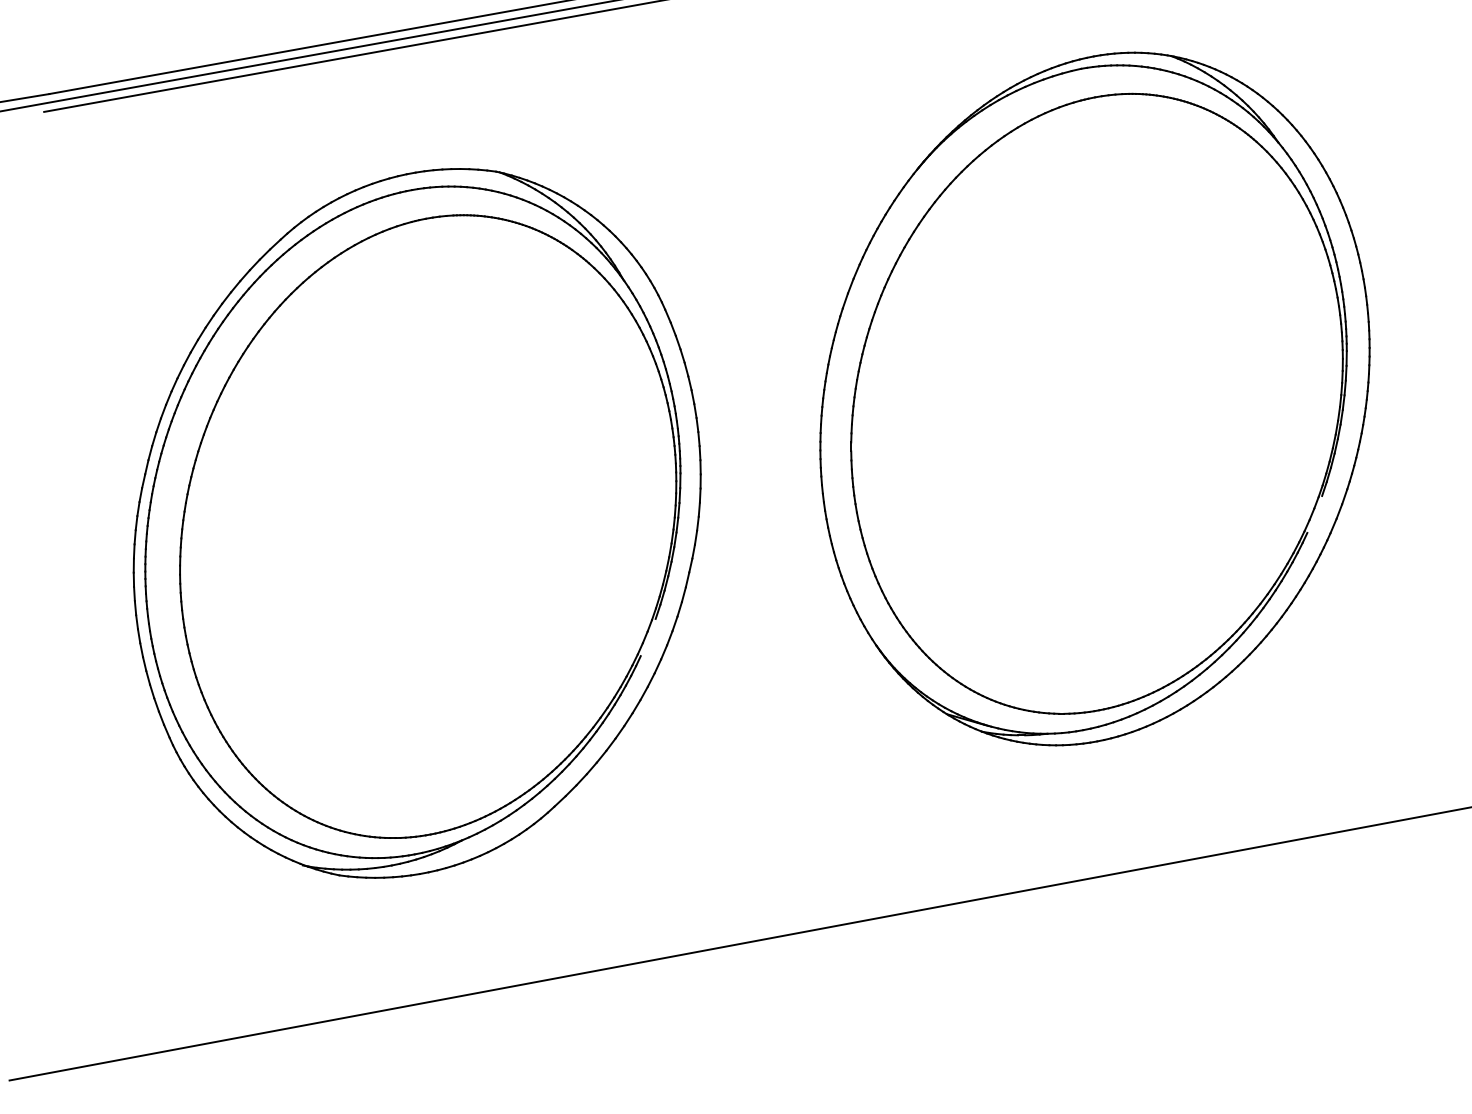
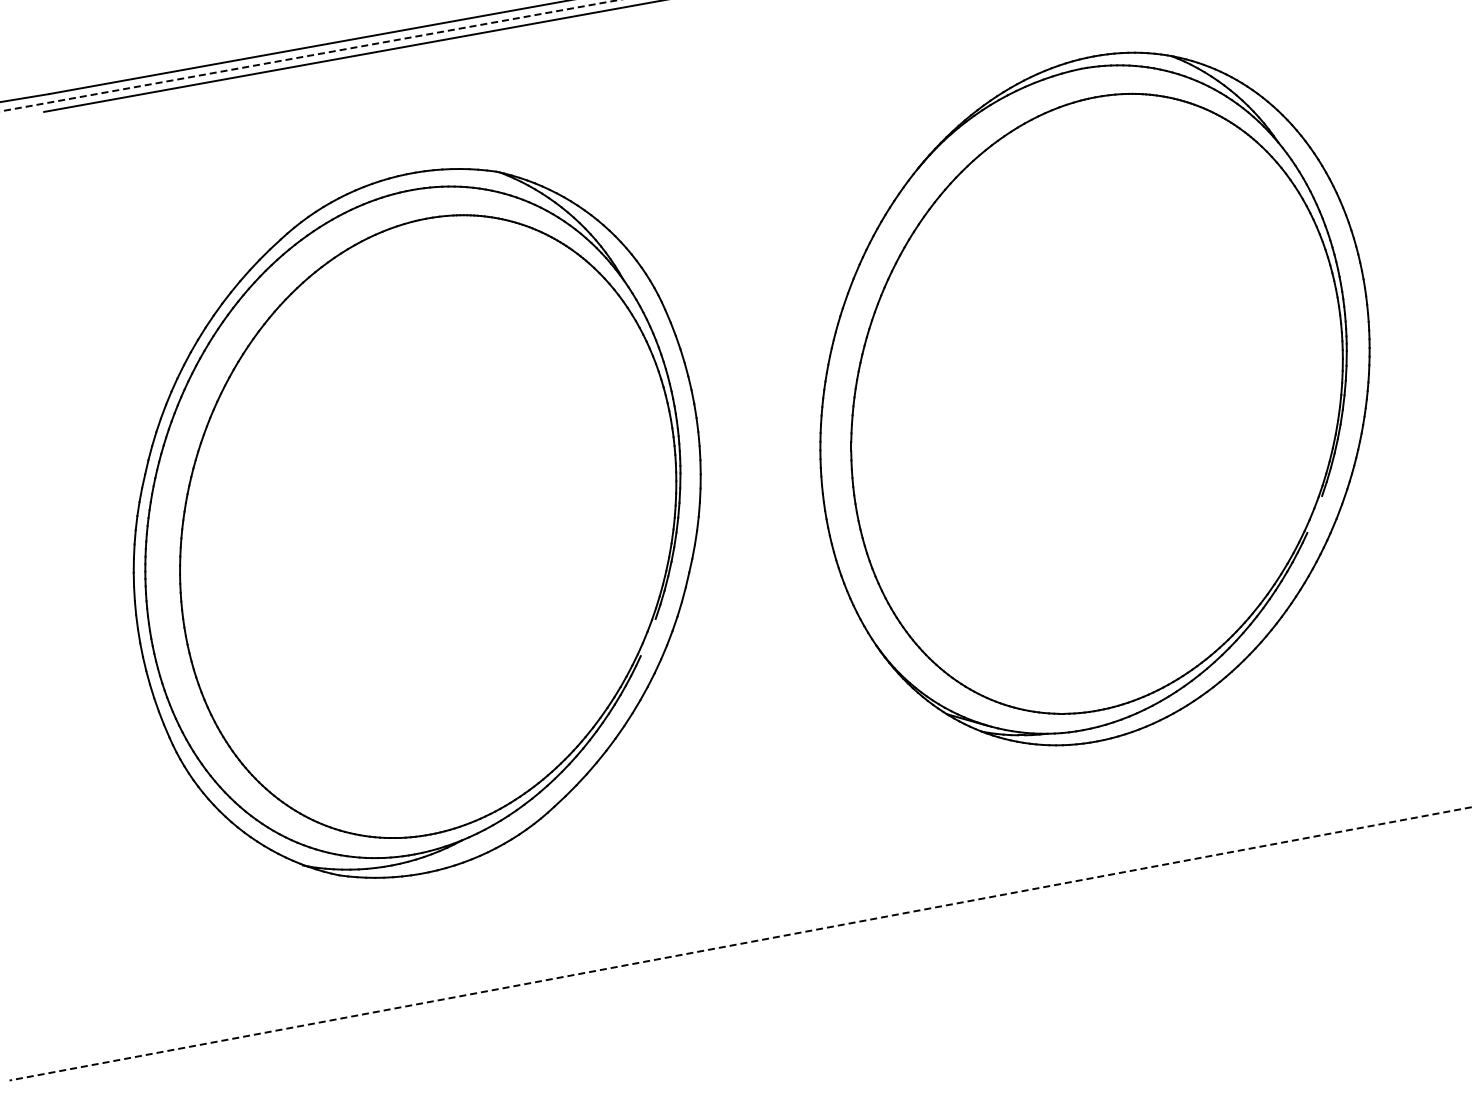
line at (309, 55): solid -> dashed
line at (739, 944): solid -> dashed
